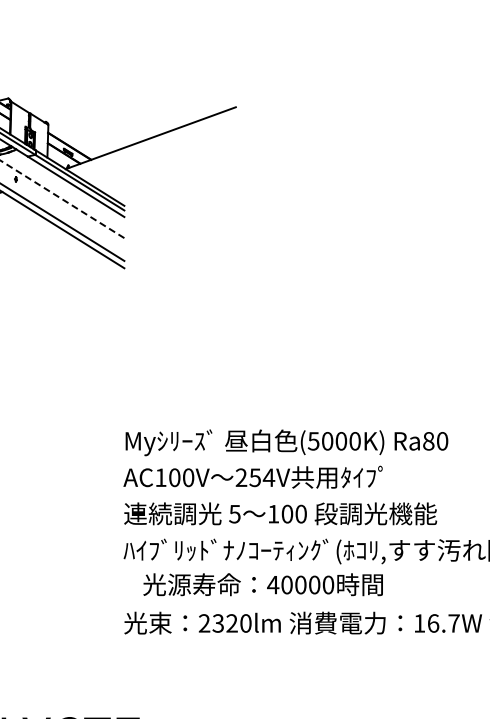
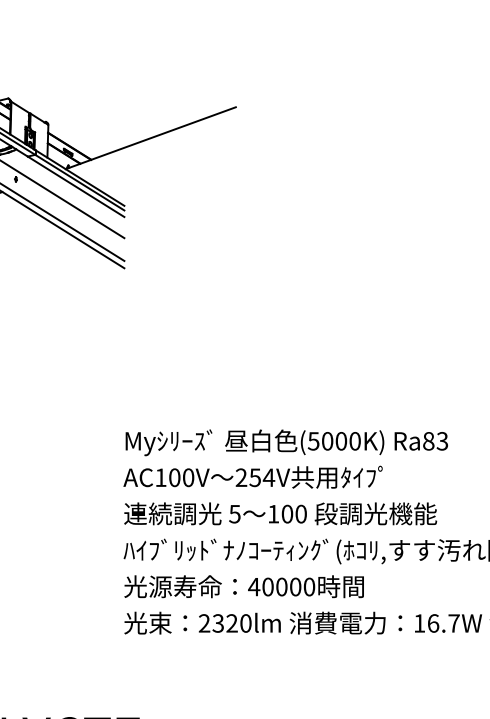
line at (62, 199): dashed -> solid
text at (442, 441): Ra80 -> Ra83
text at (262, 584) position: (262, 584) -> (243, 586)
